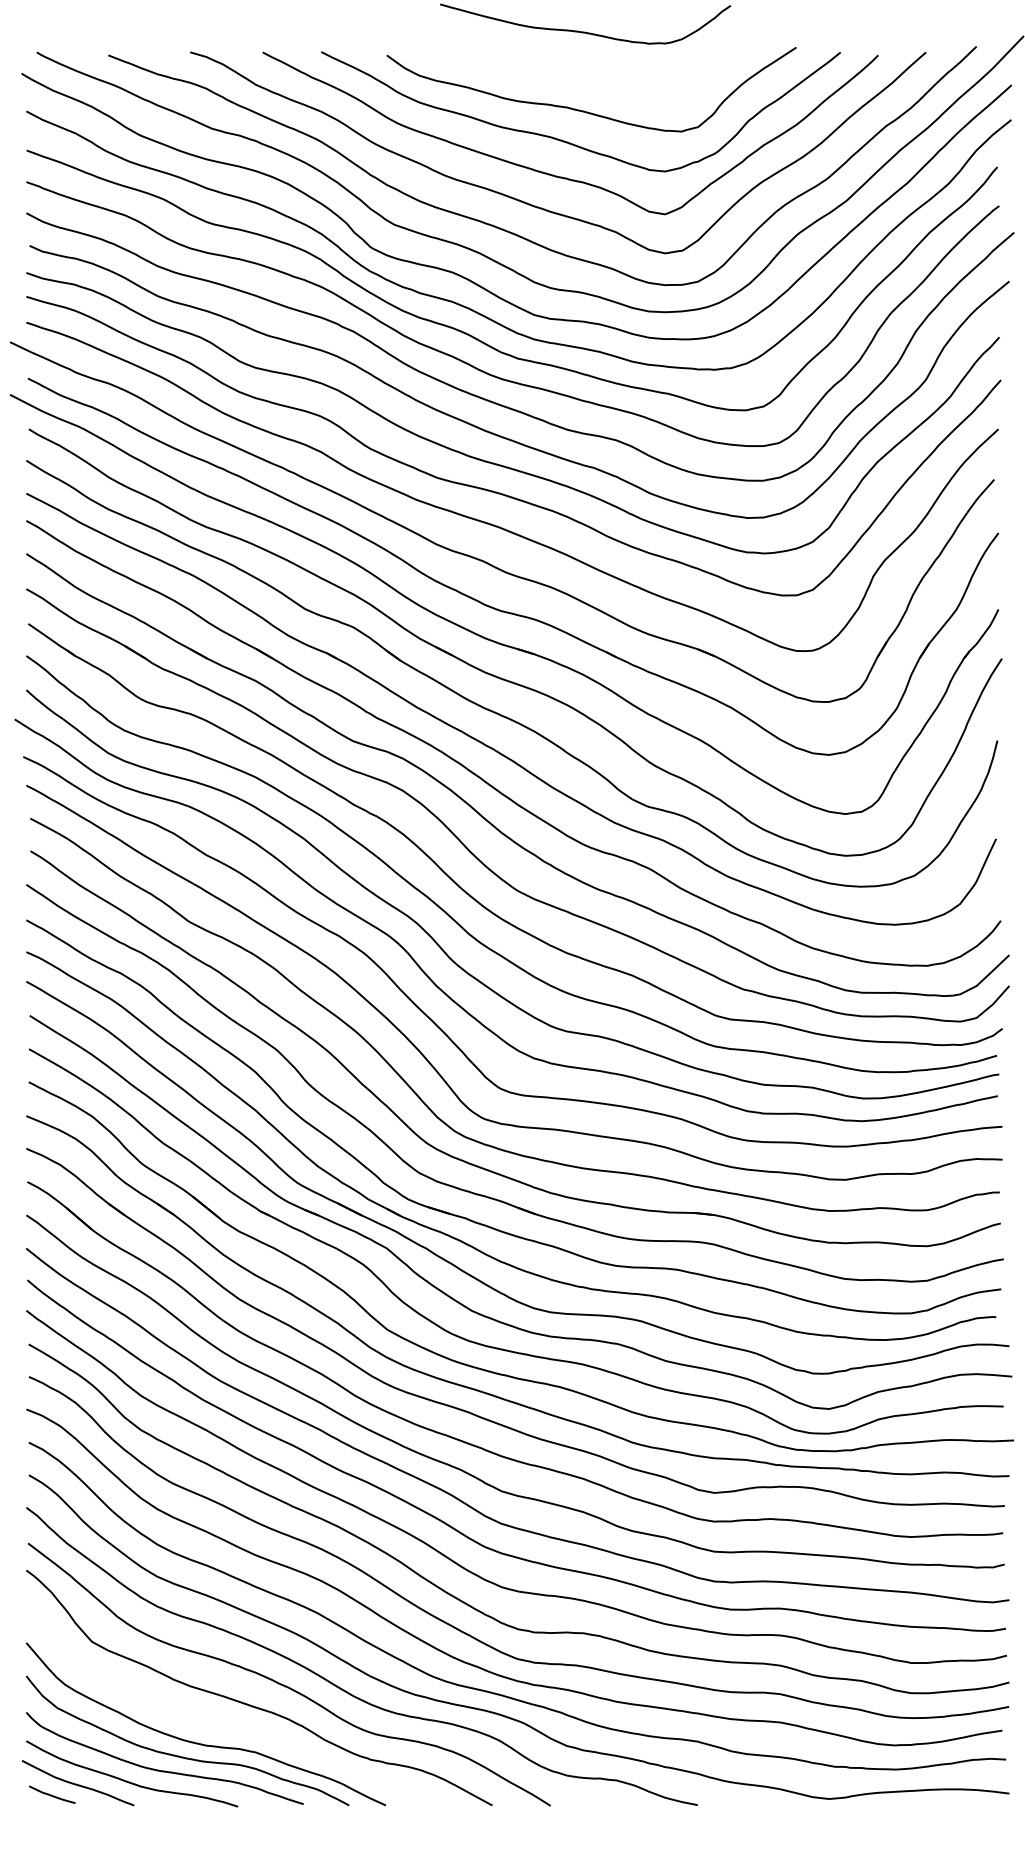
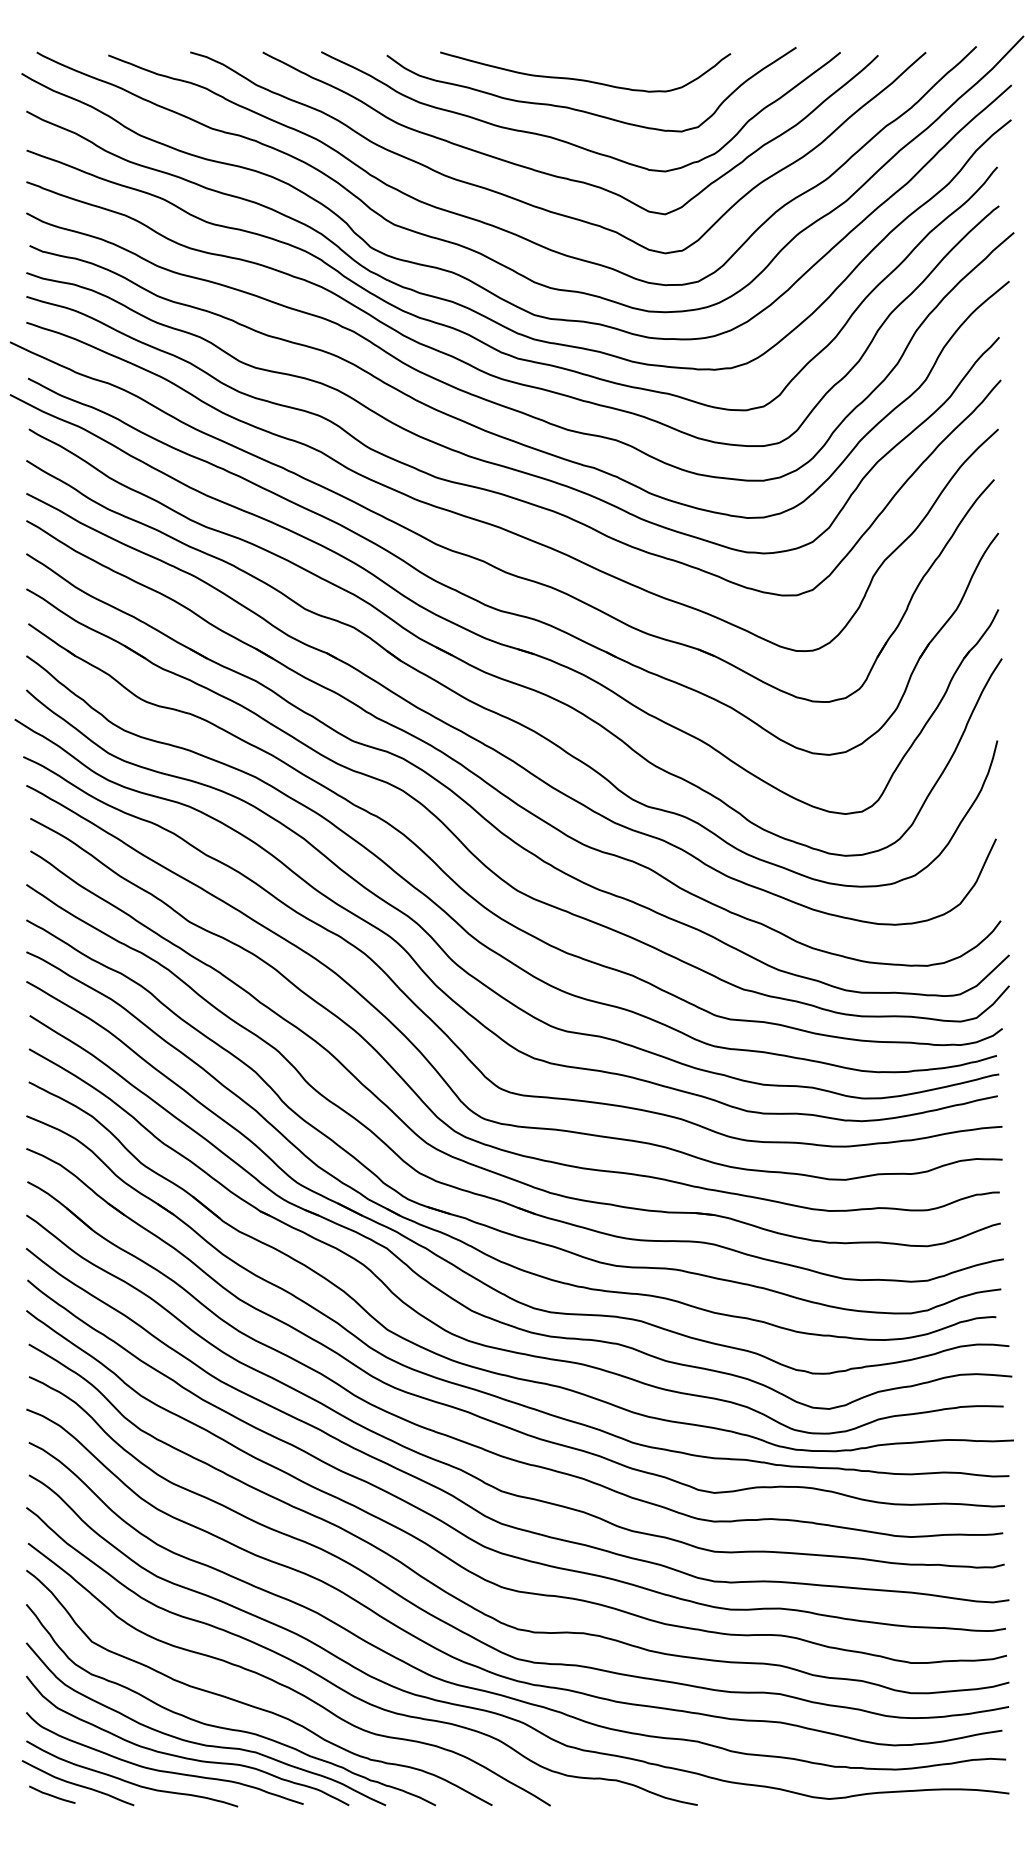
curve at (585, 31) position: (585, 31) -> (585, 79)
curve at (226, 1727): none -> present
